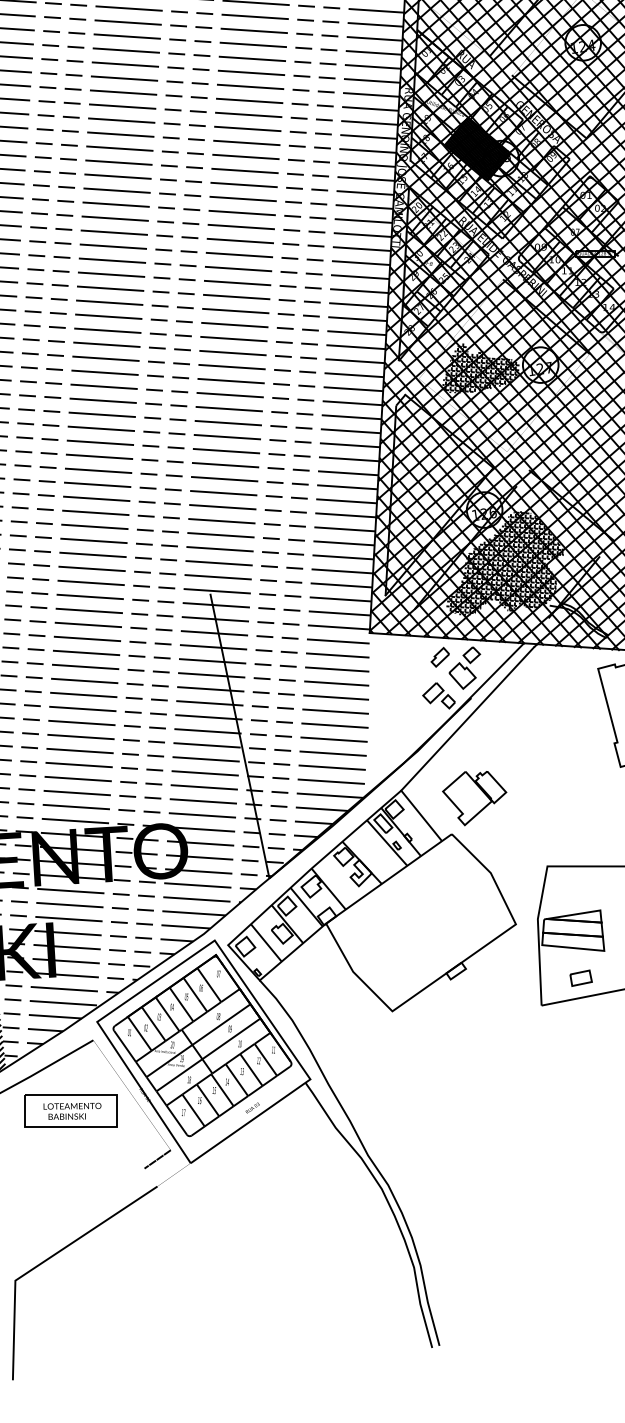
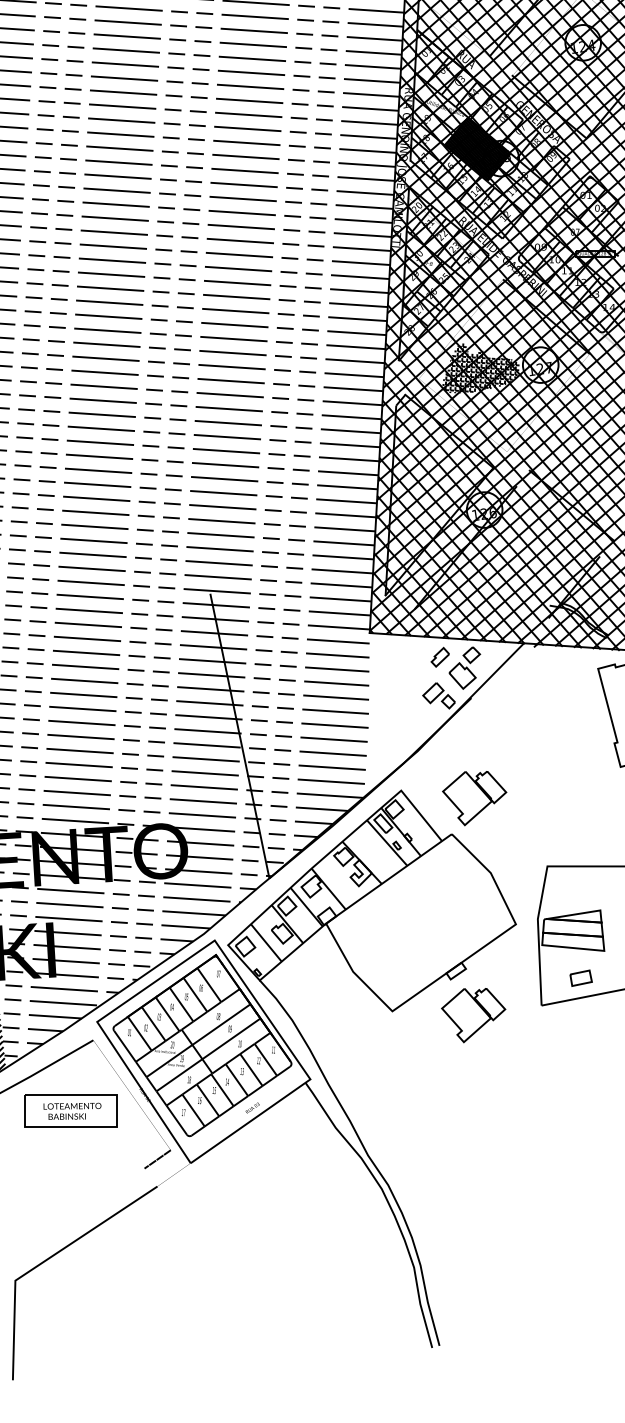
hatch at (504, 563): present -> none
line at (467, 718): present -> none
part at (473, 1015): none -> present
